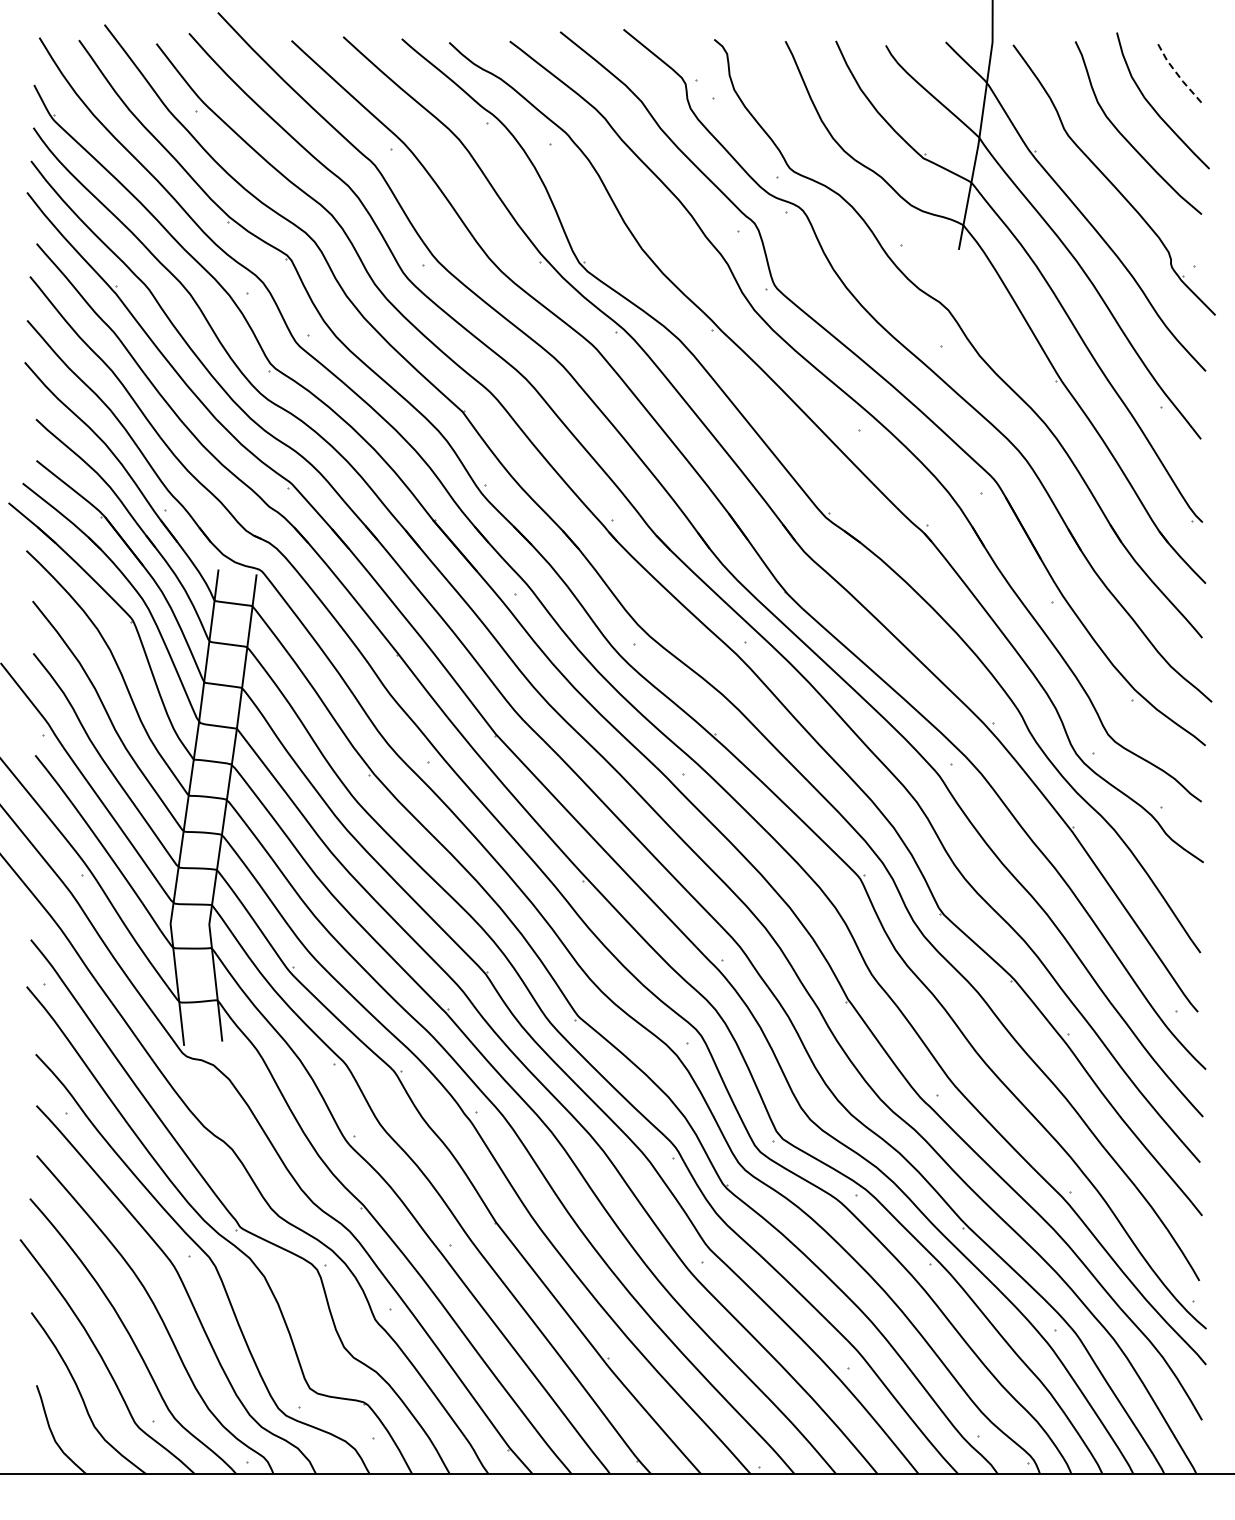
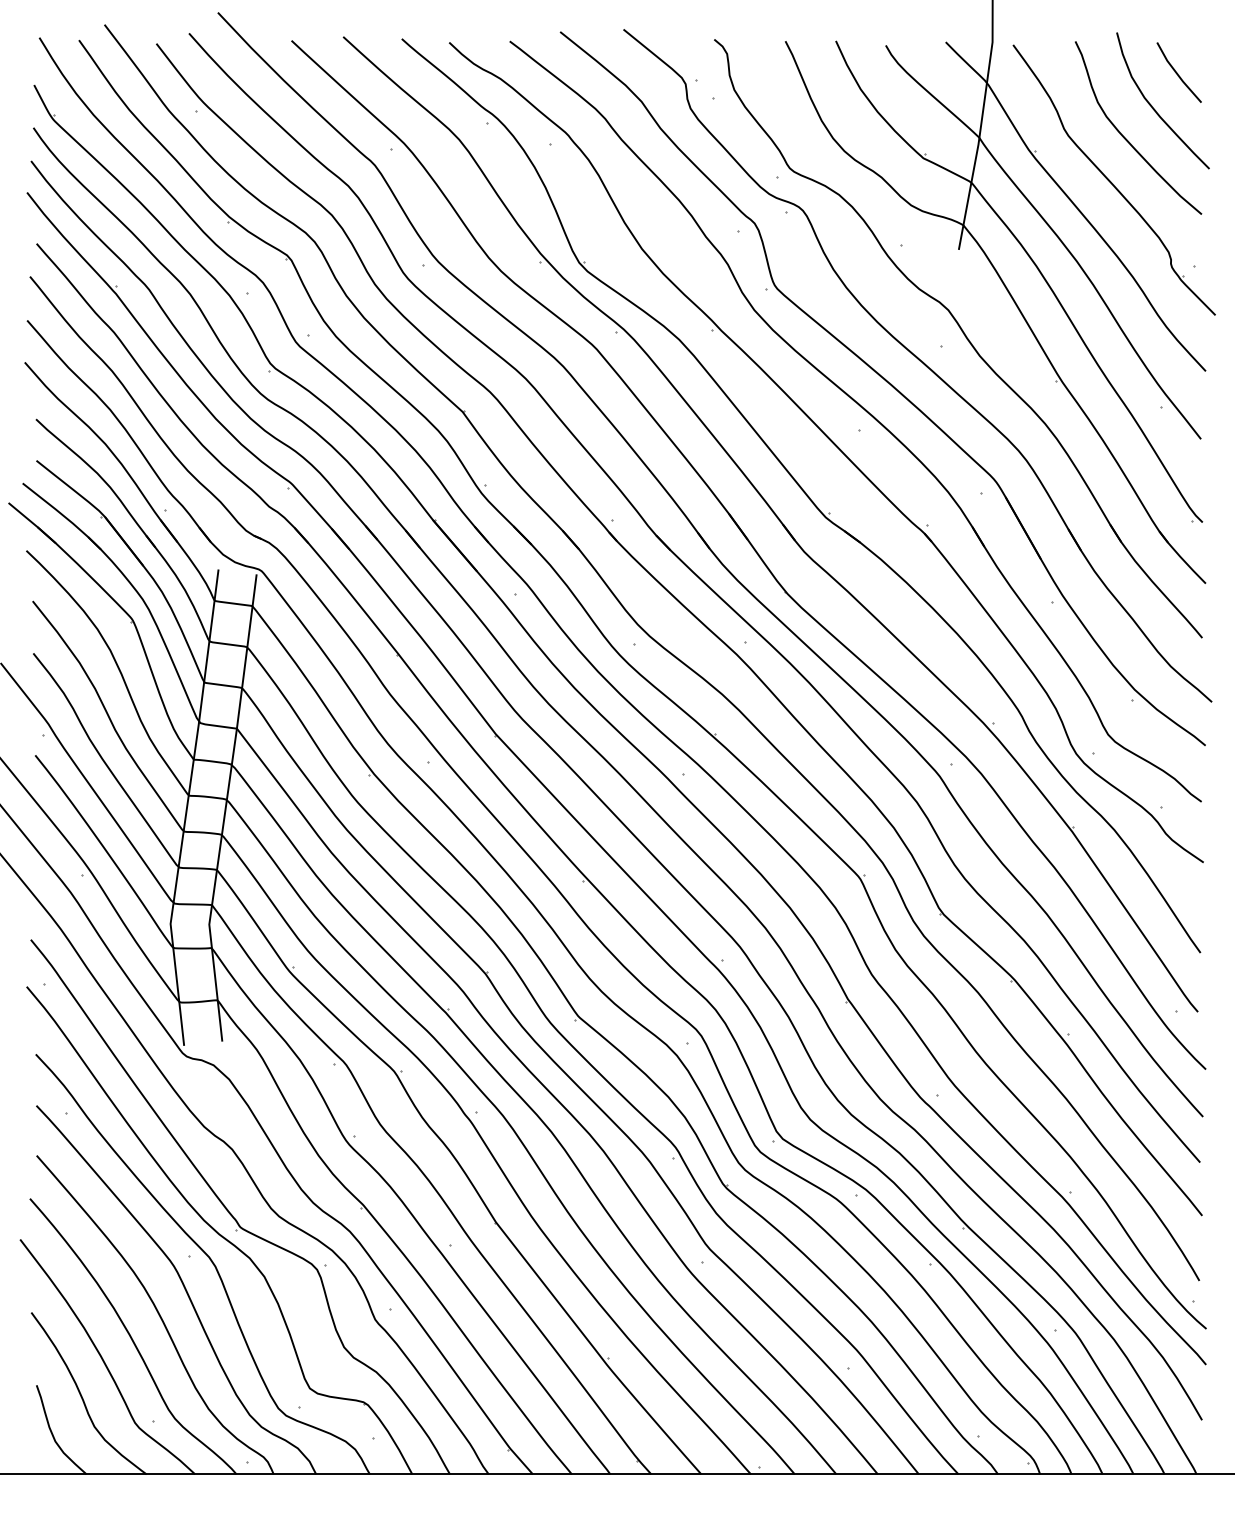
line at (1177, 73): dashed -> solid
